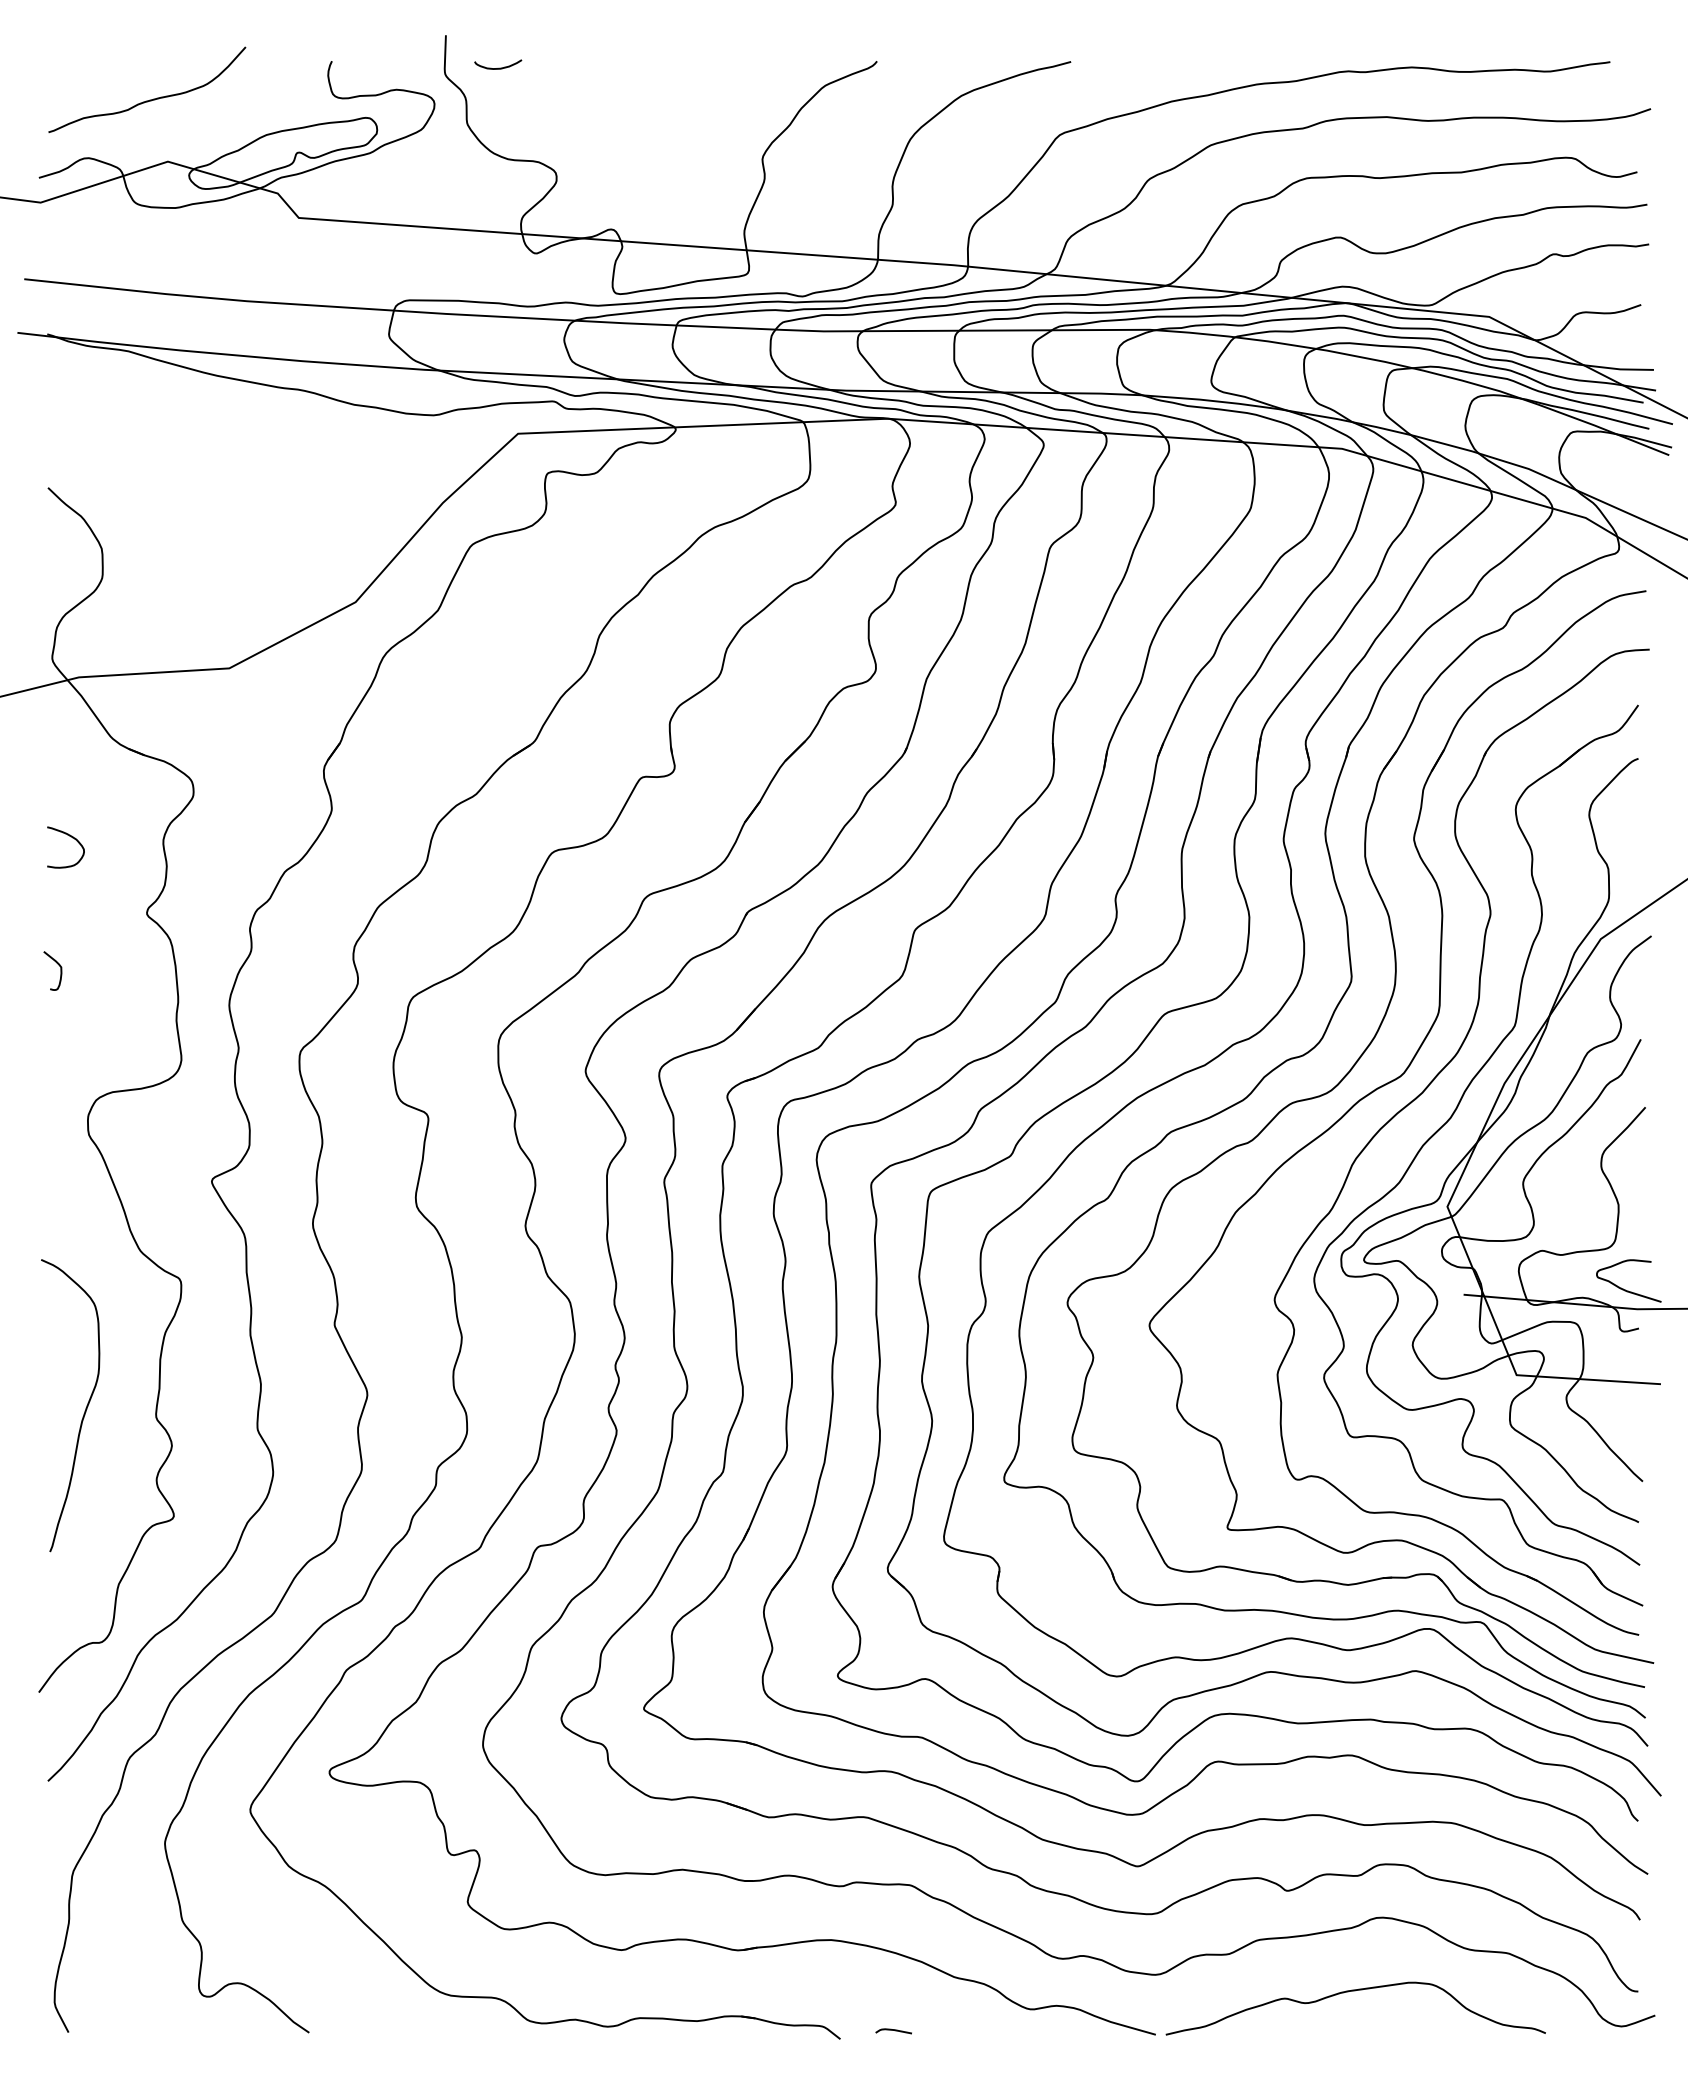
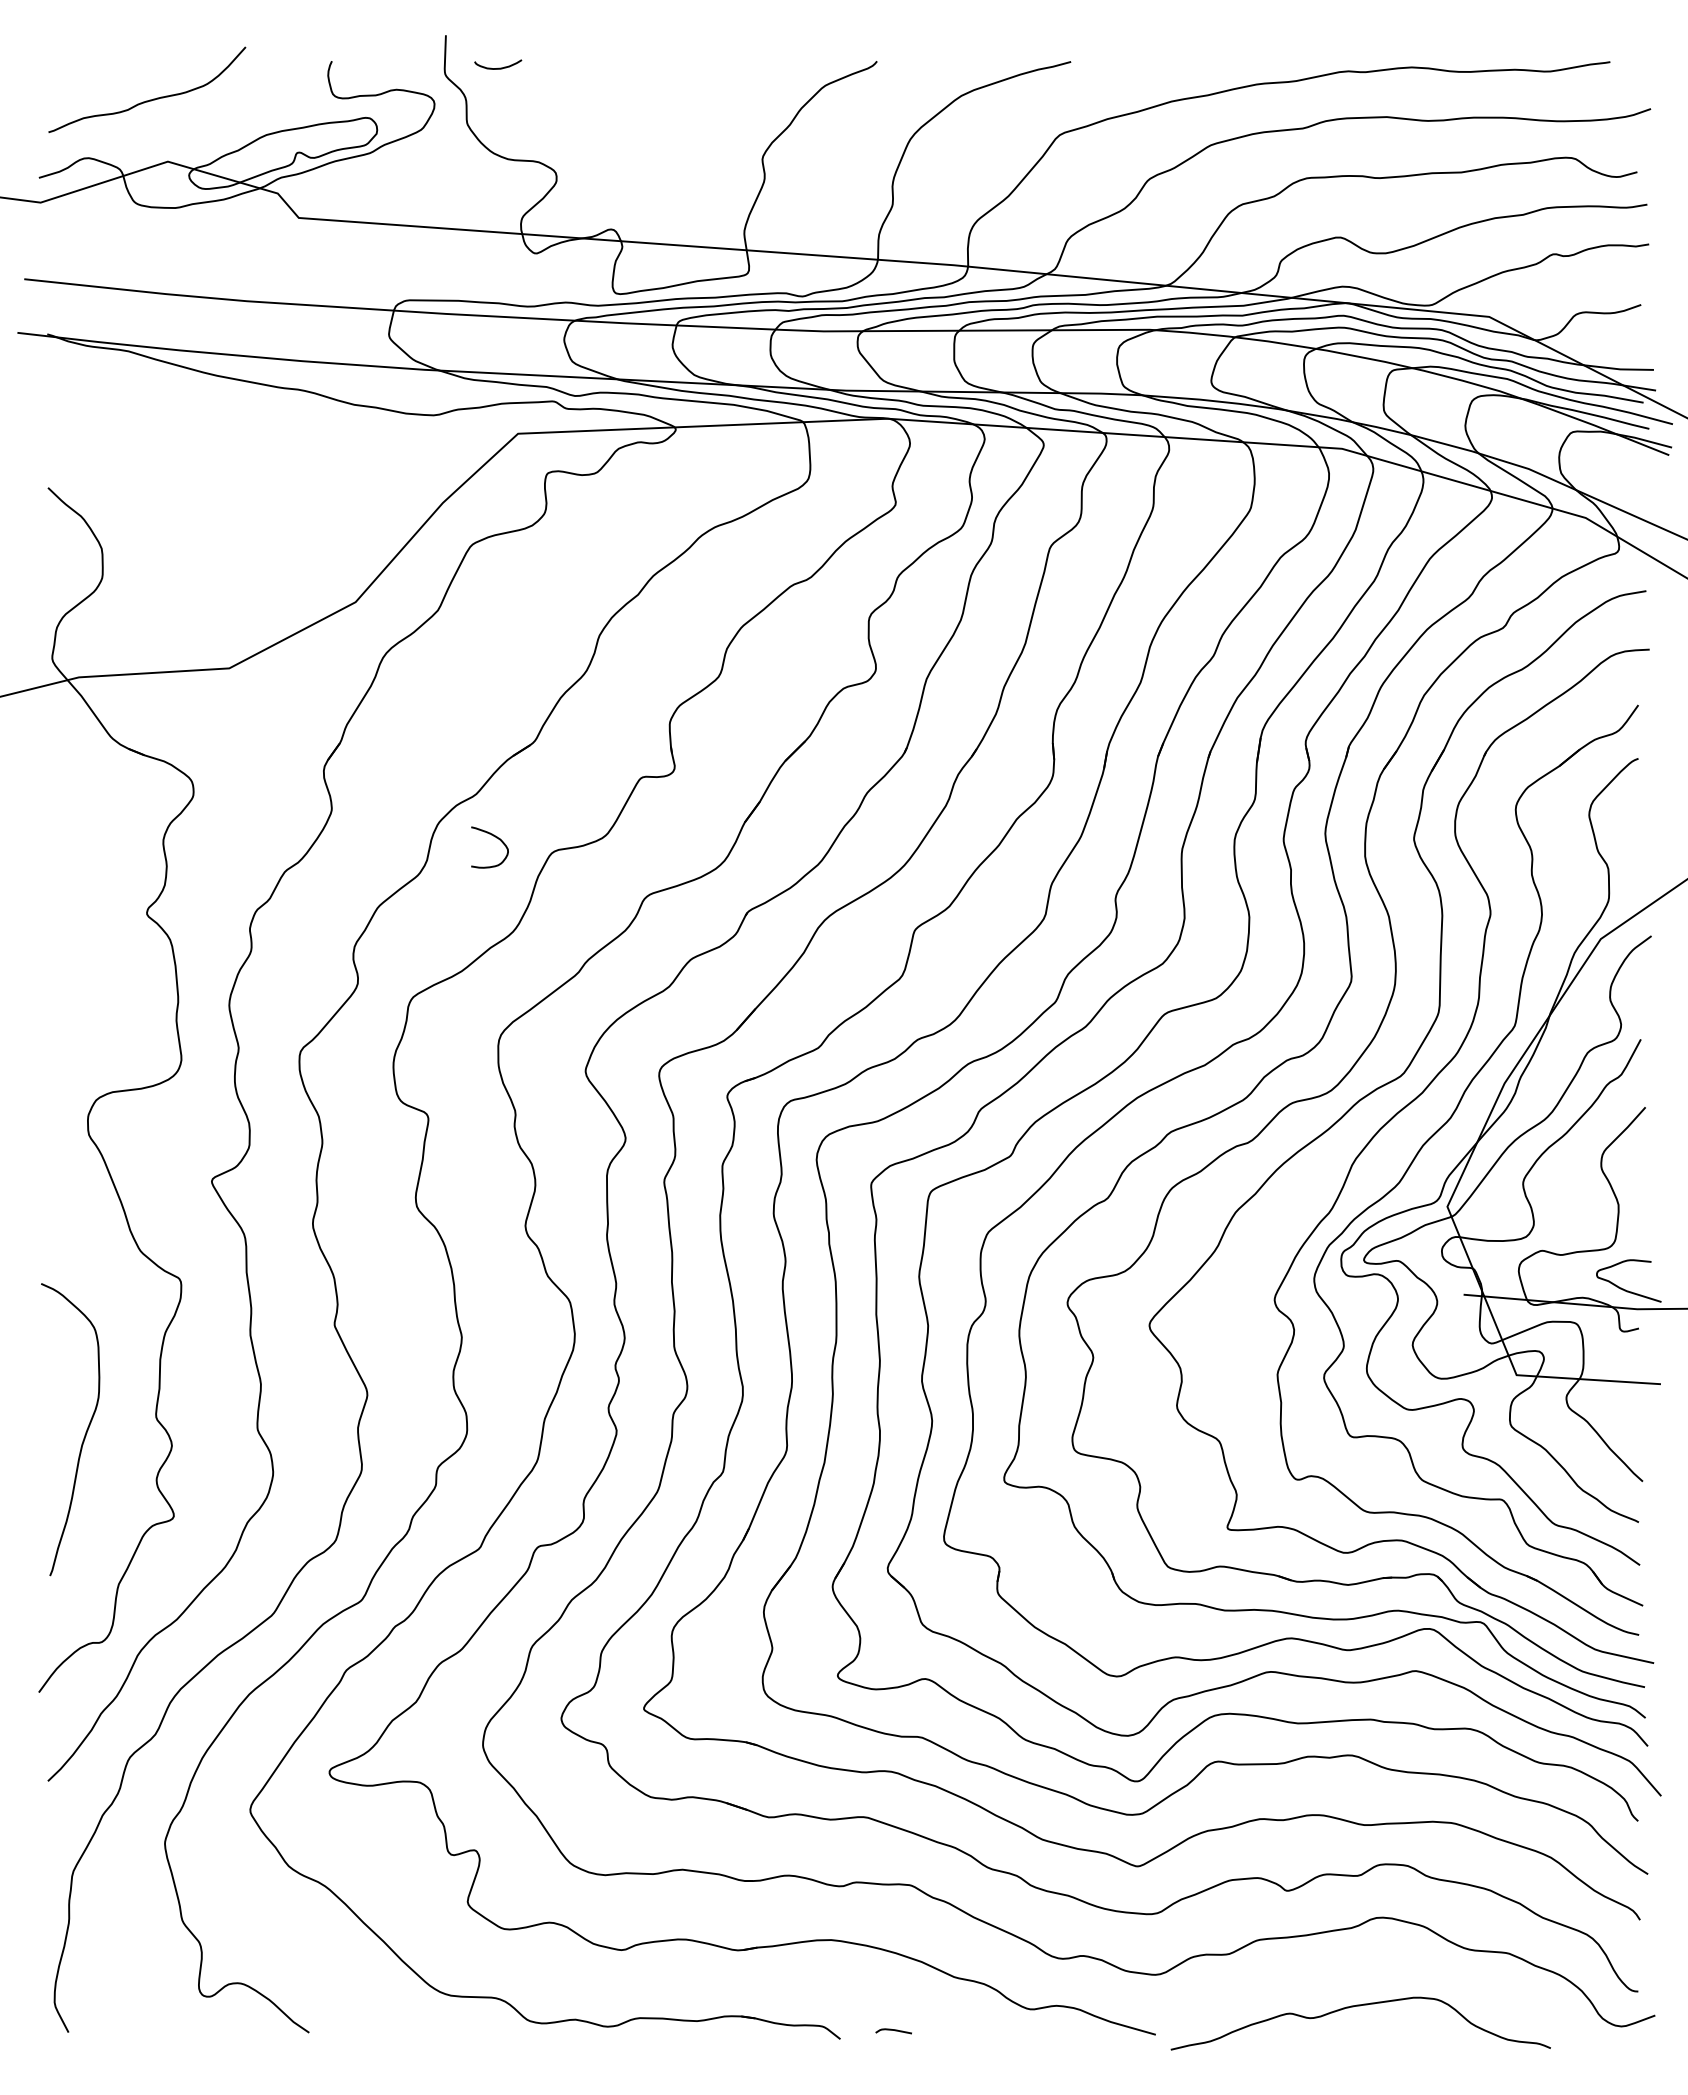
curve at (72, 838) position: (72, 838) -> (496, 838)
curve at (57, 964): present -> none
curve at (84, 1411) position: (84, 1411) -> (84, 1435)
curve at (1355, 1991) position: (1355, 1991) -> (1360, 2006)
